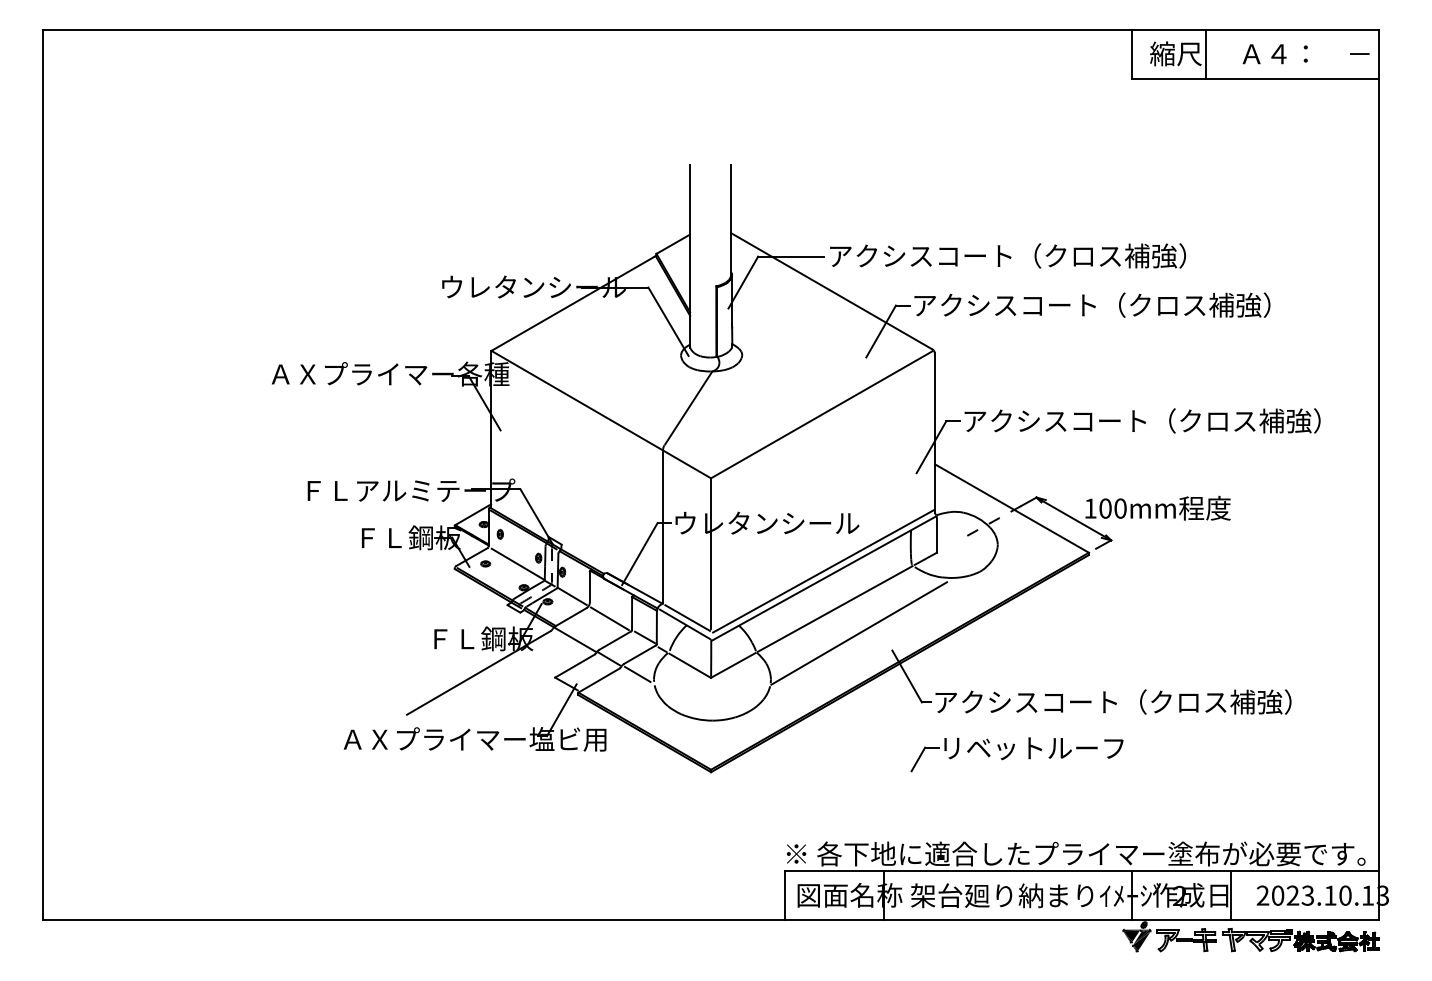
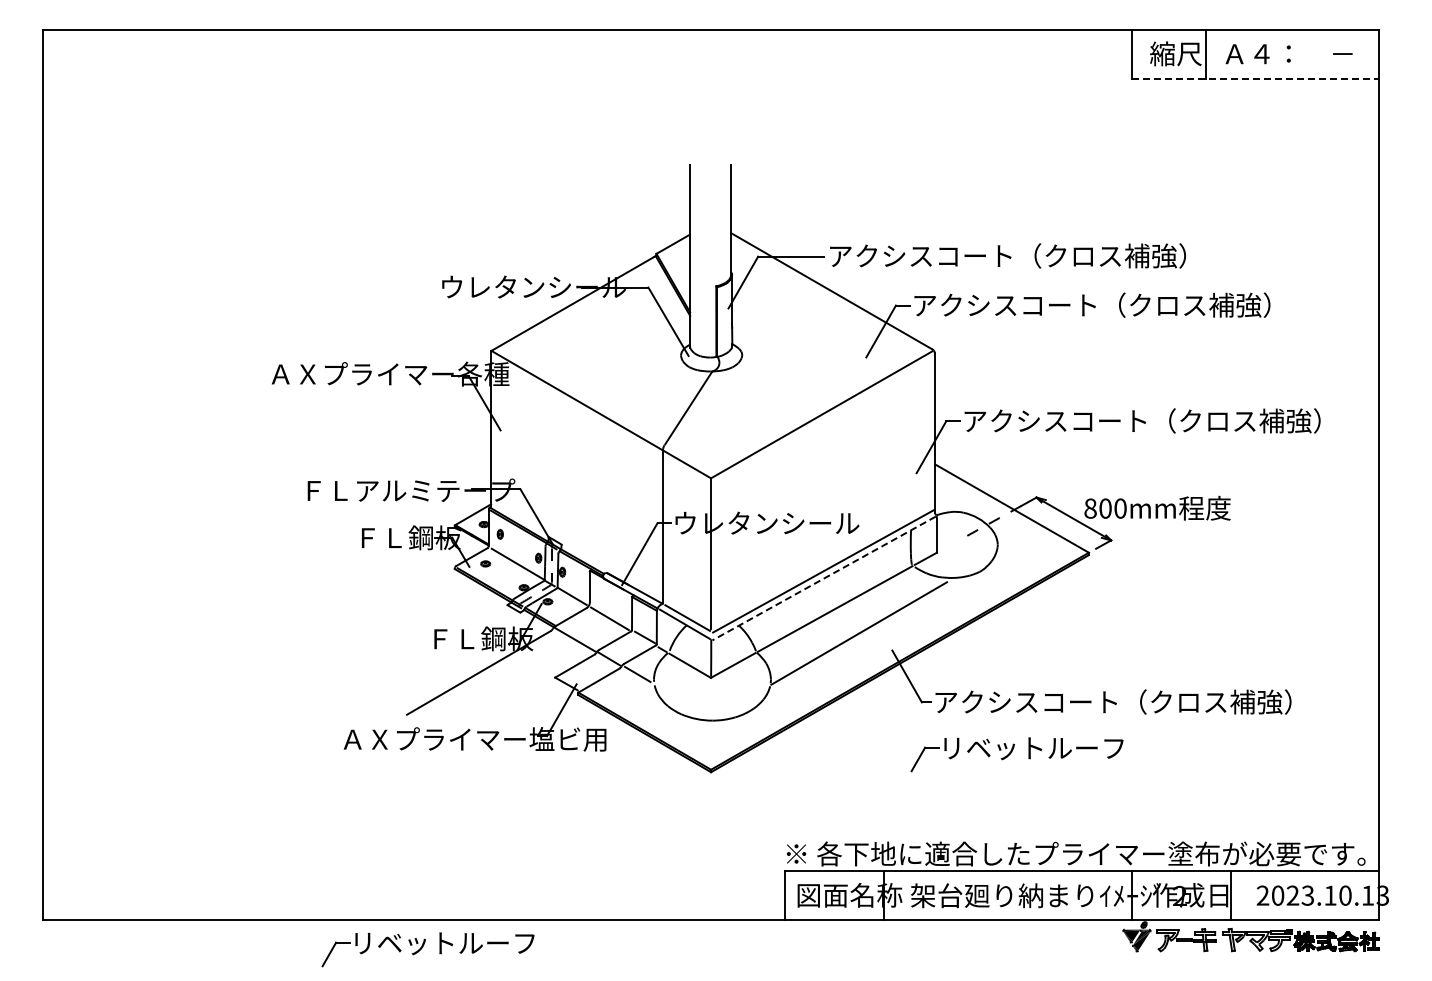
text at (1305, 54) position: (1305, 54) -> (1288, 54)
line at (1255, 79): solid -> dashed
text at (1090, 508): 100mm -> 800mm
line at (824, 578): solid -> dashed
part at (427, 949): none -> present
